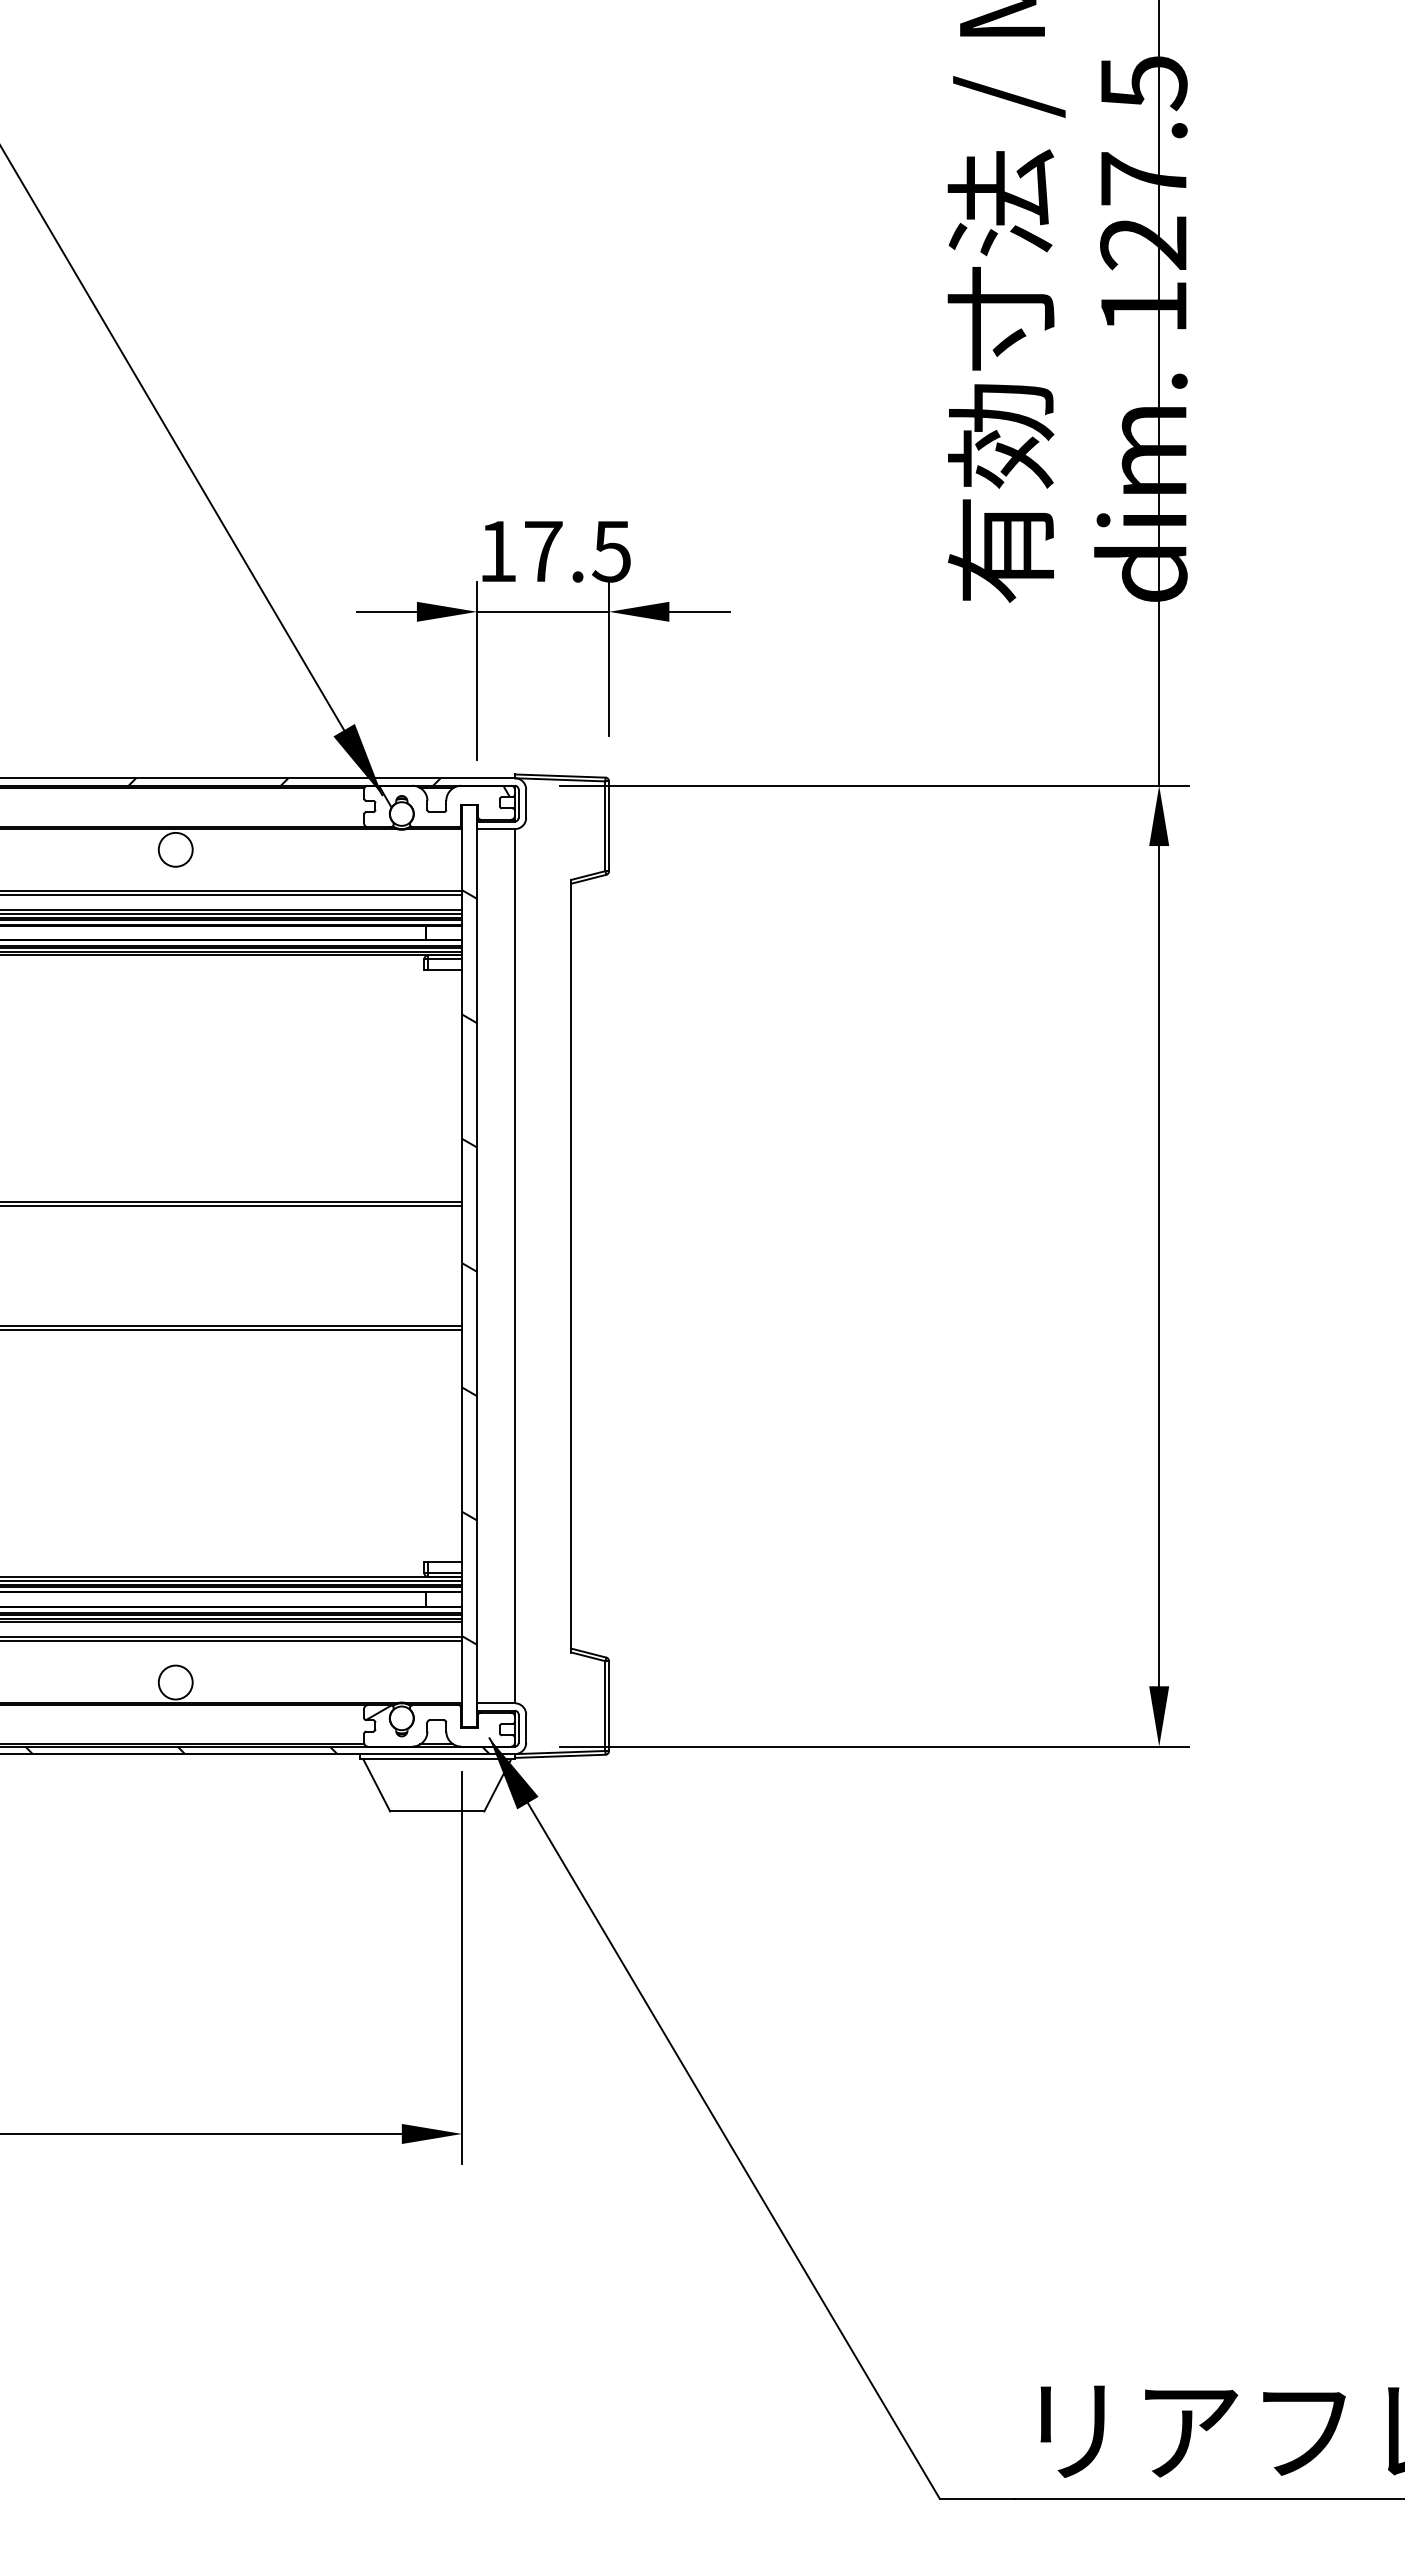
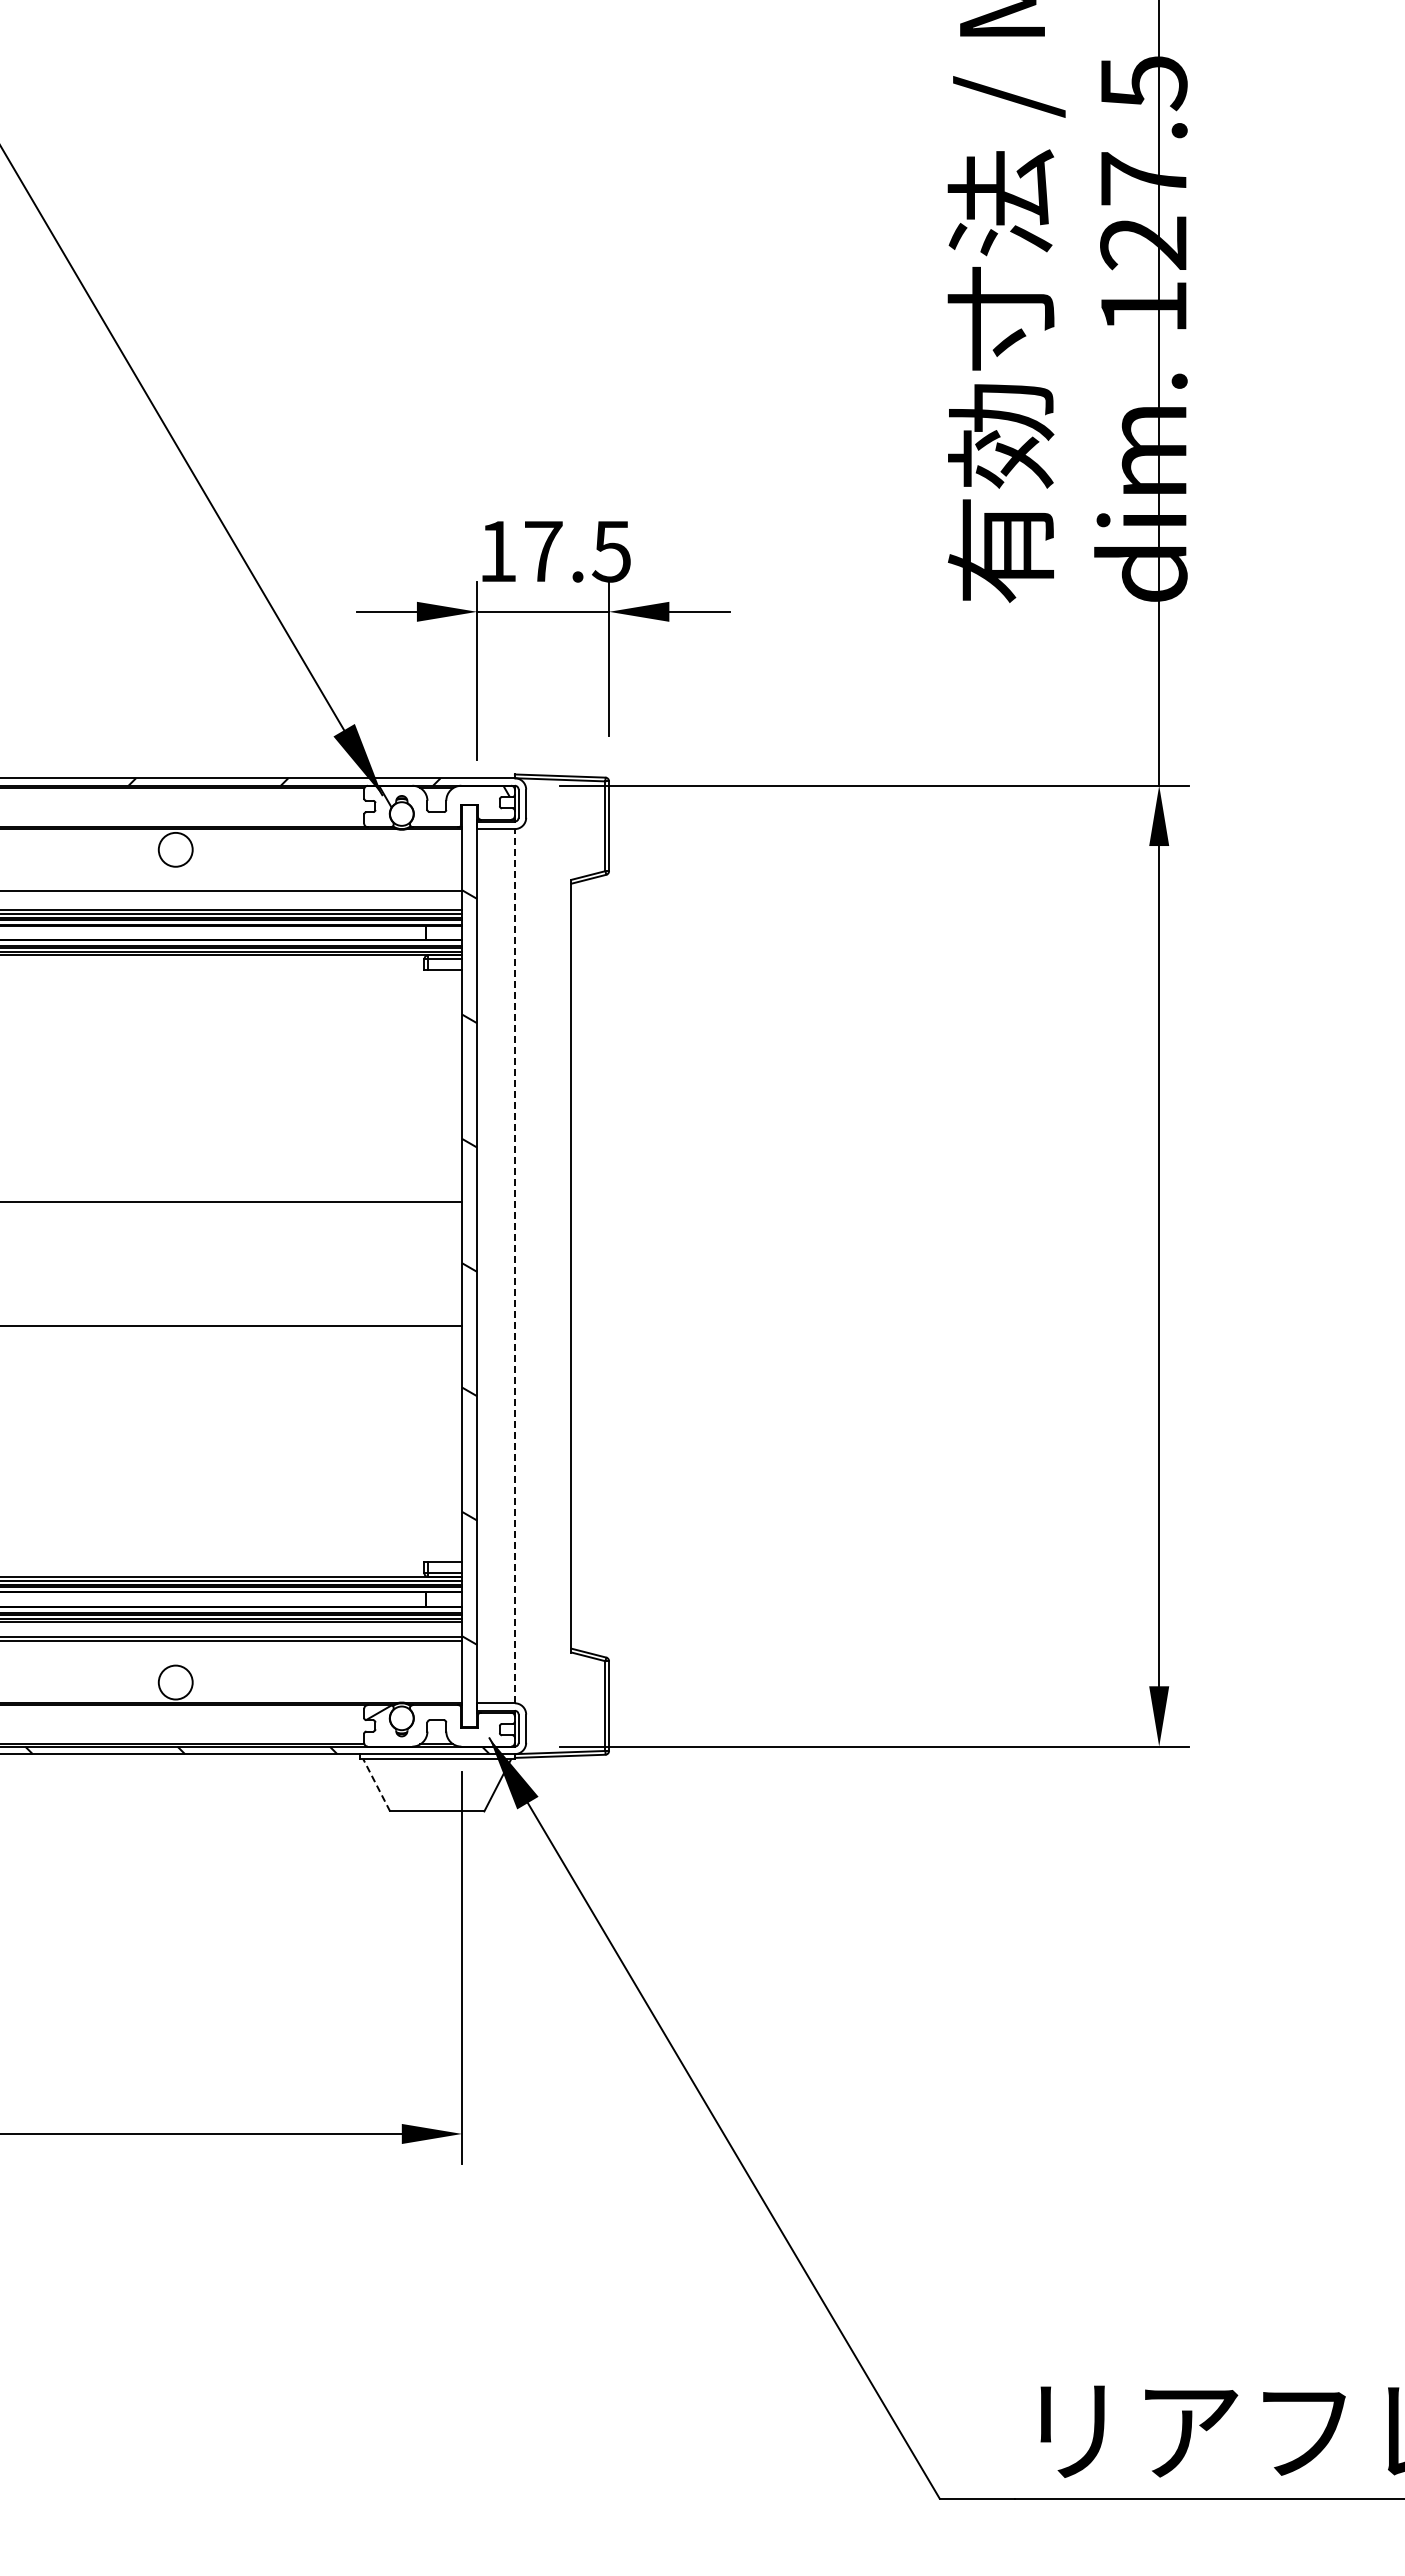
line at (232, 895): present -> none
line at (232, 1205): present -> none
line at (514, 1265): solid -> dashed
line at (232, 1330): present -> none
line at (376, 1784): solid -> dashed
